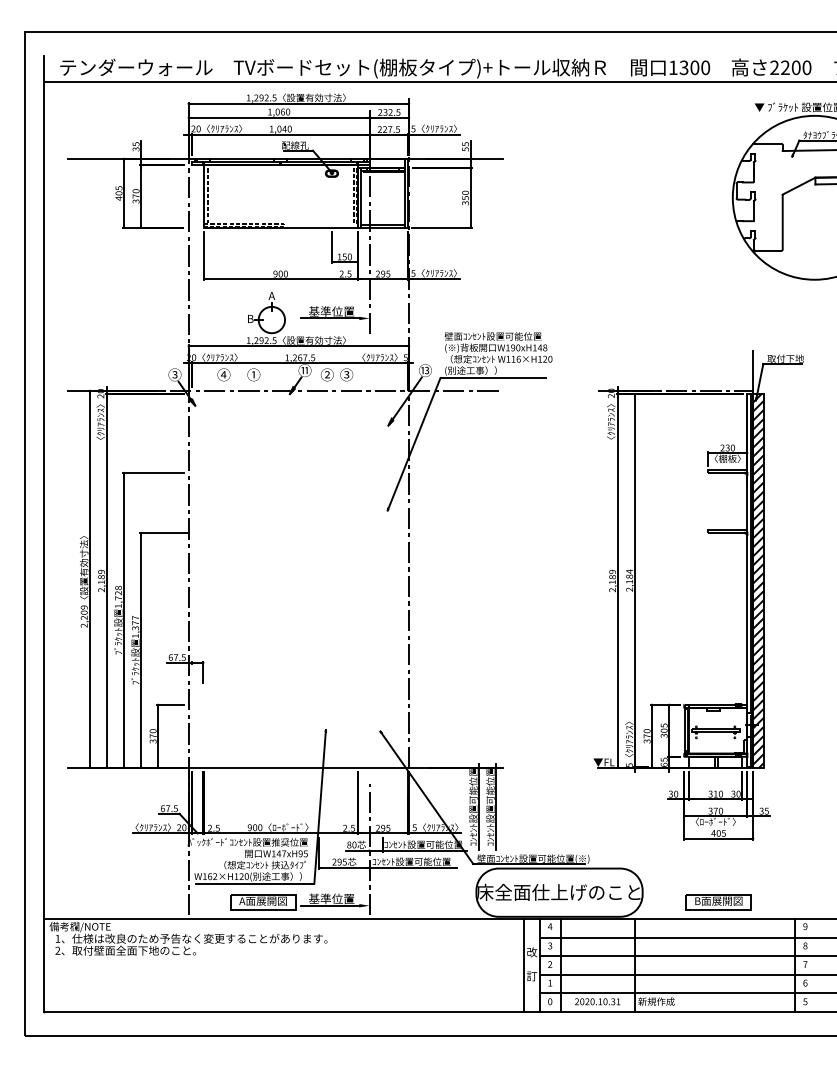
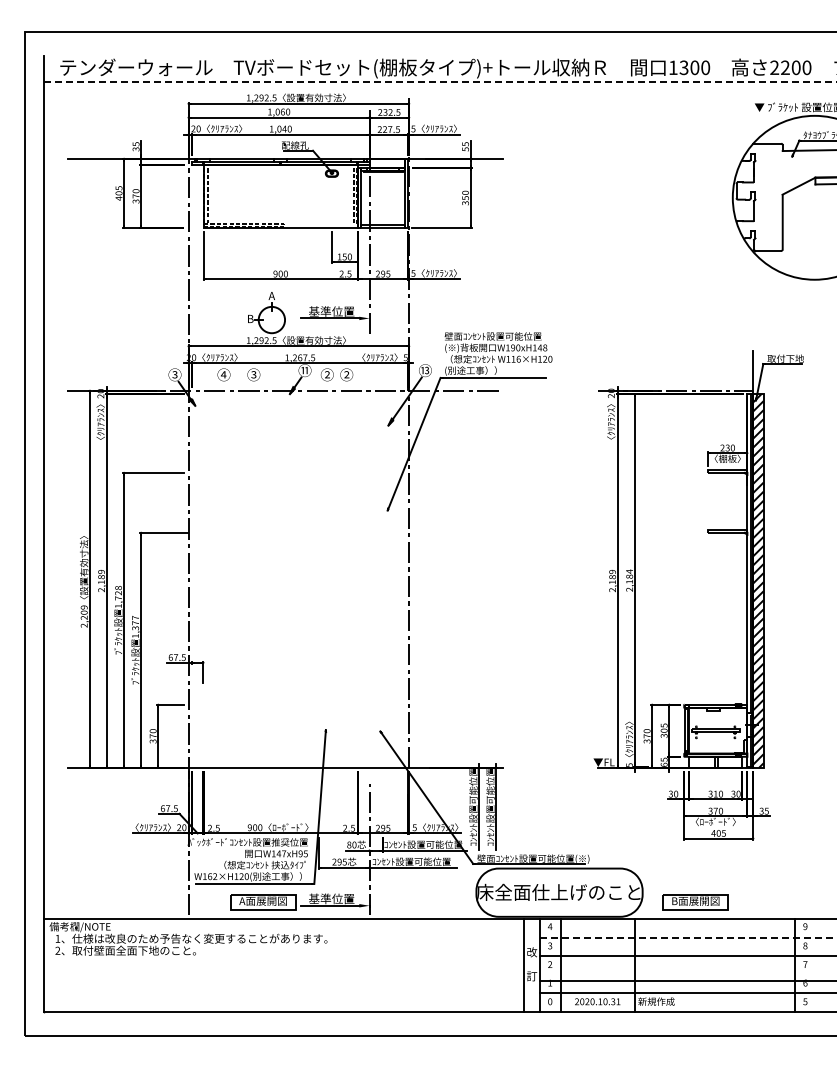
line at (440, 81): solid -> dashed
text at (253, 374): ① -> ③
text at (346, 375): ③ -> ②
part at (718, 902) position: (718, 902) -> (695, 902)
line at (688, 937): solid -> dashed
line at (686, 974) position: (686, 974) -> (686, 980)
